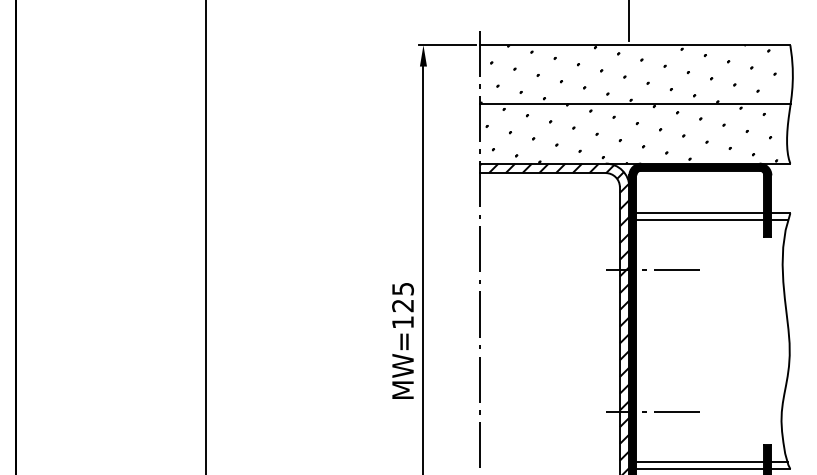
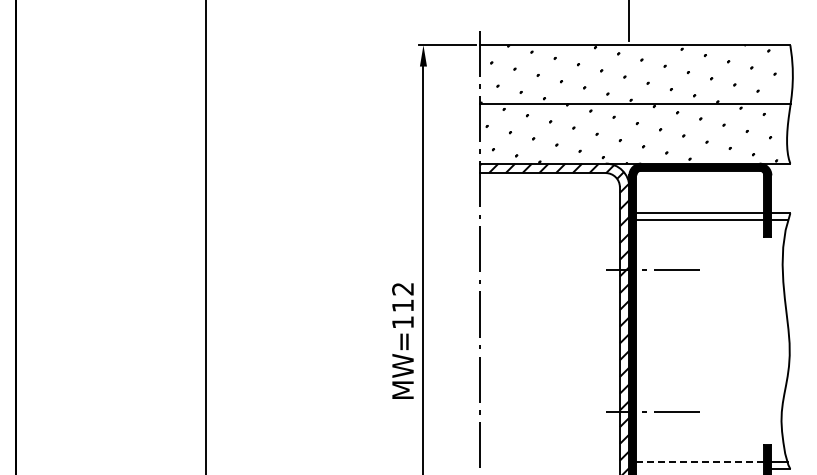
text at (402, 297): MW=125 -> MW=112
line at (700, 461): solid -> dashed
line at (700, 468): present -> none
